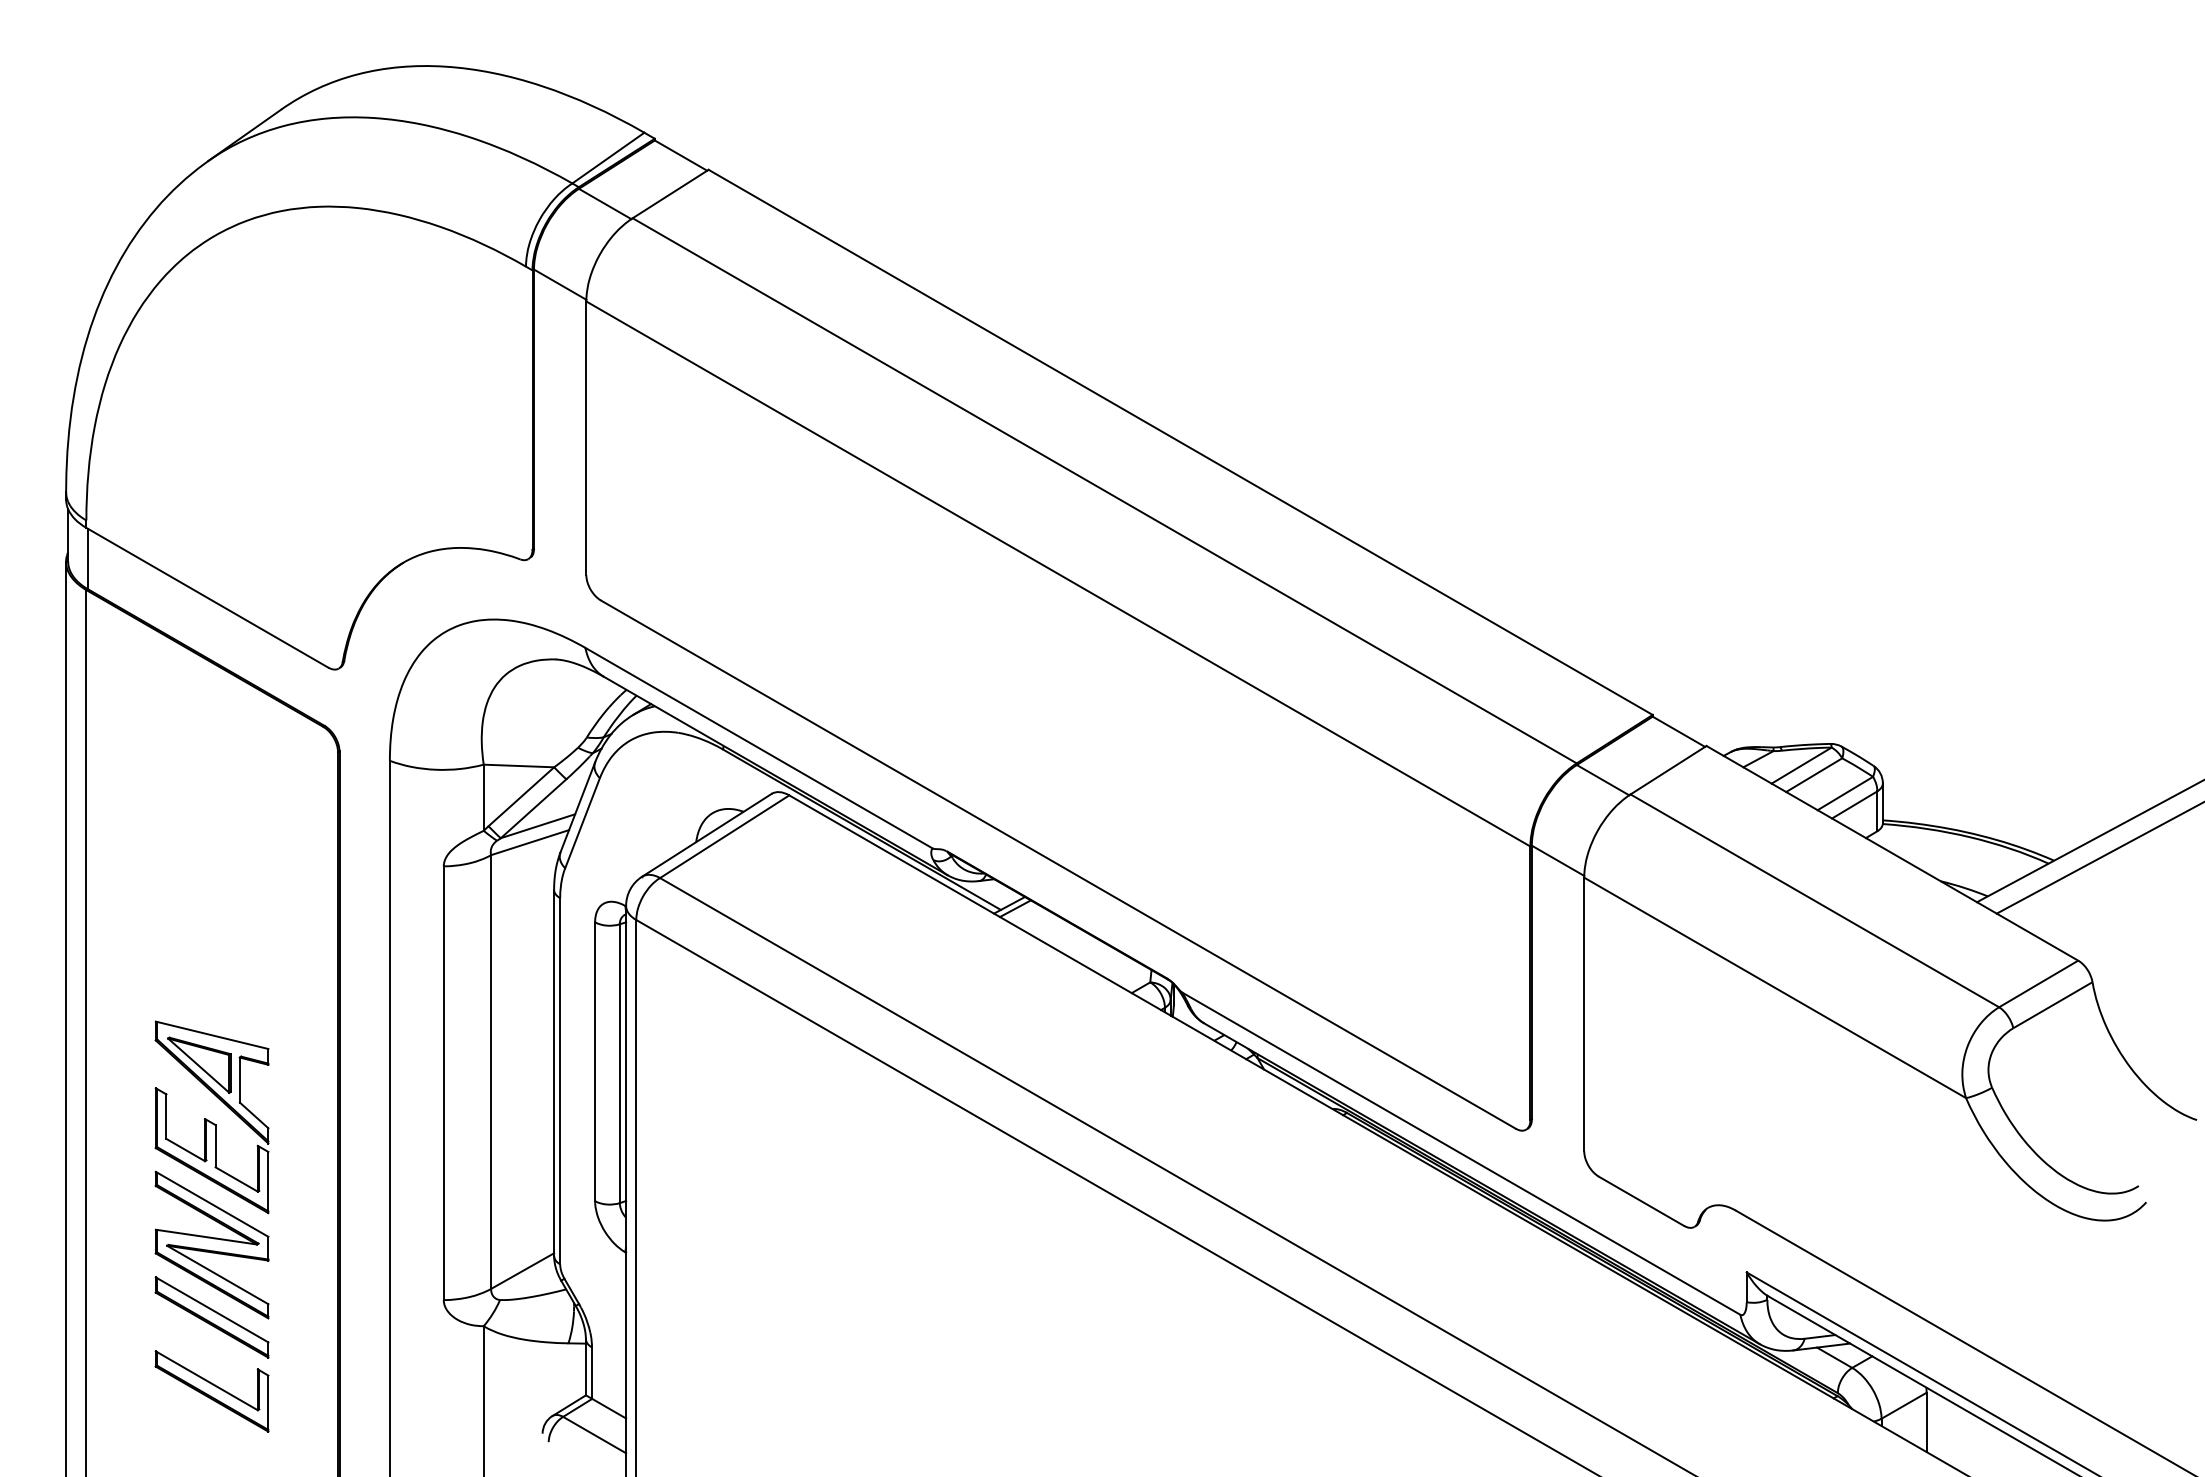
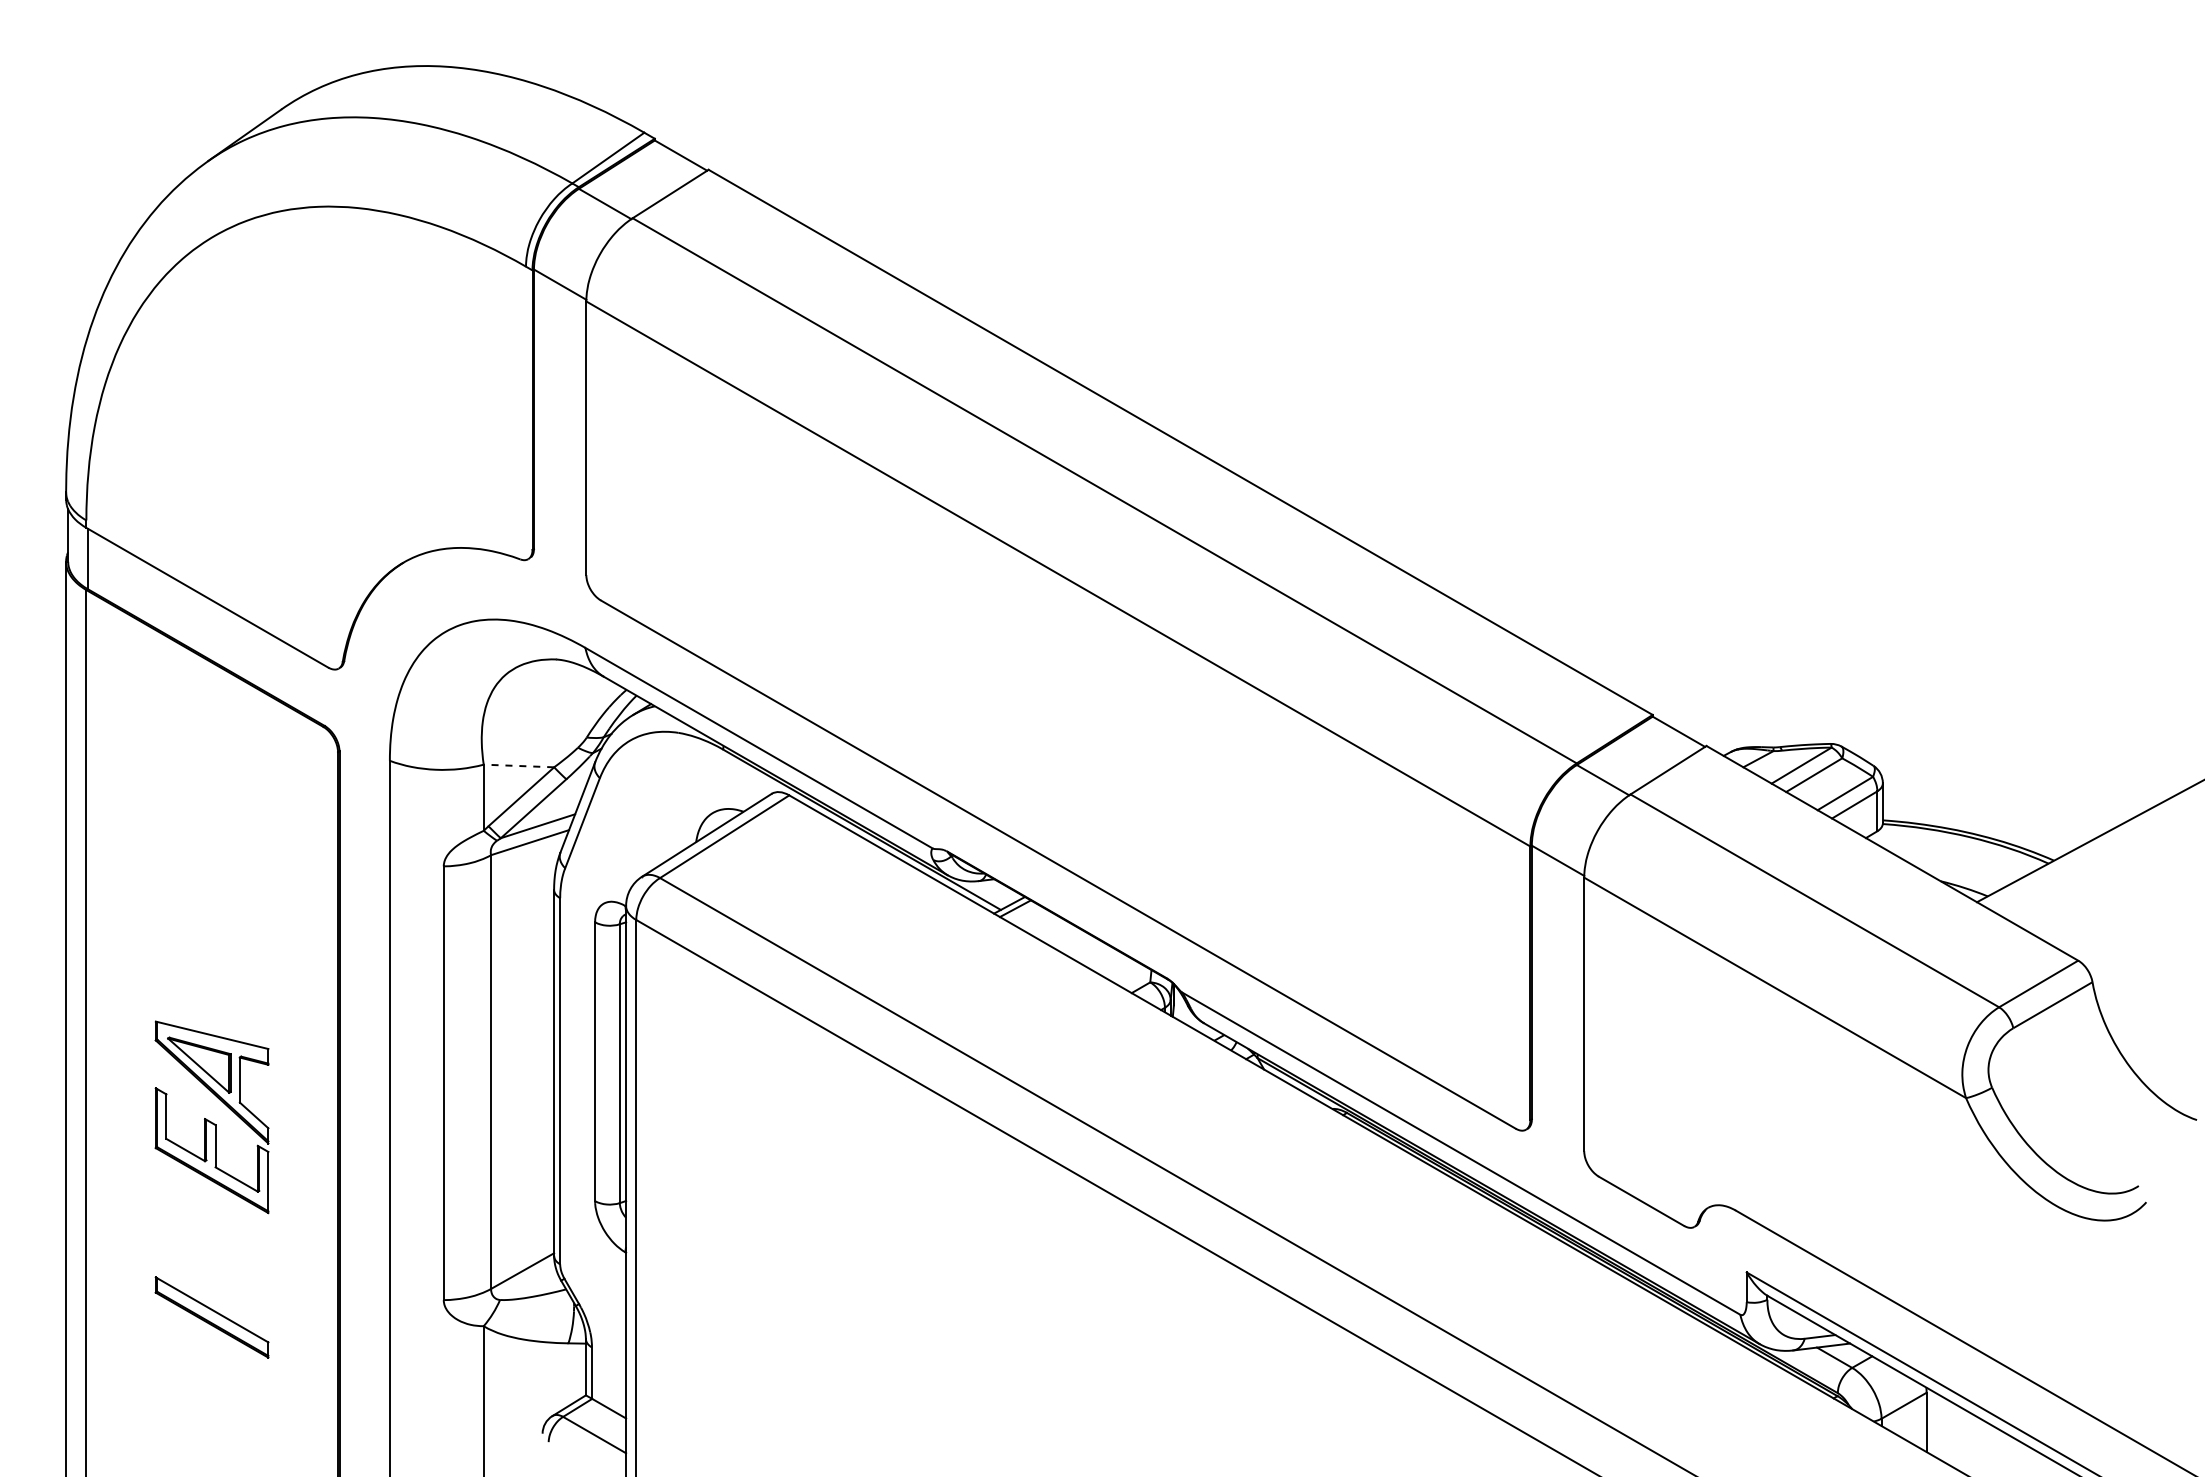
line at (518, 765): solid -> dashed
line at (2098, 858): present -> none
part at (211, 1244): present -> none
part at (211, 1391): present -> none
